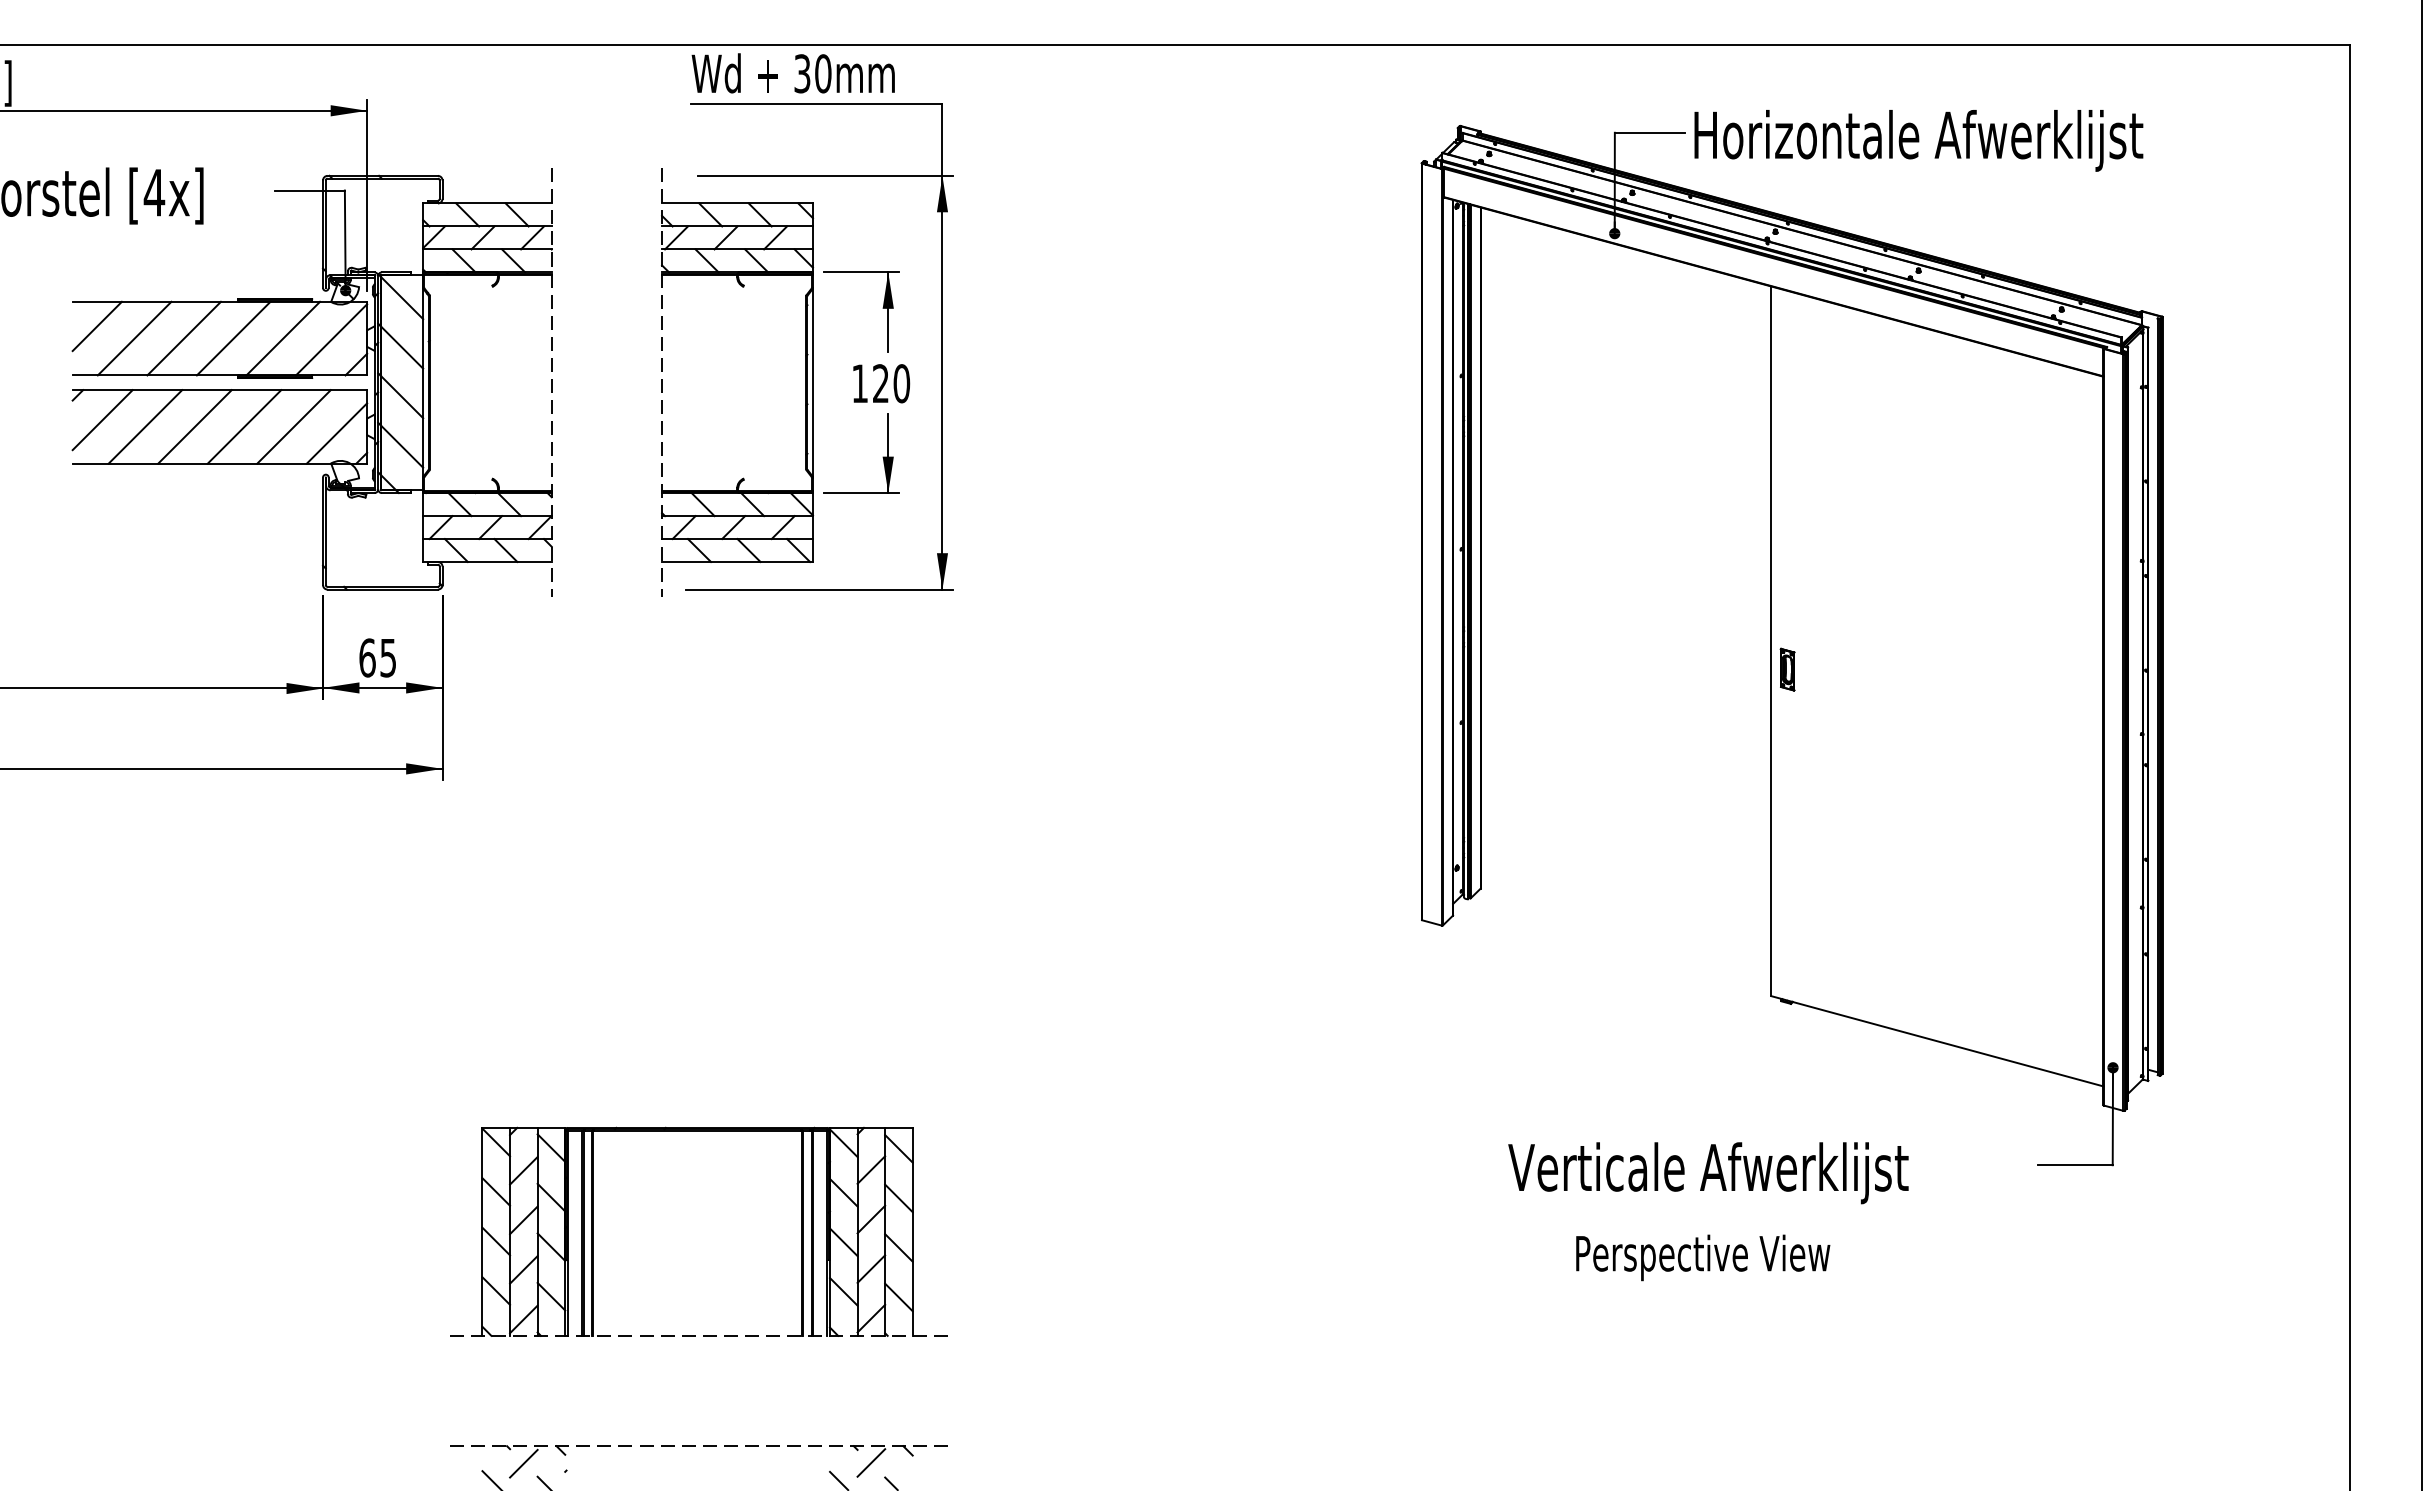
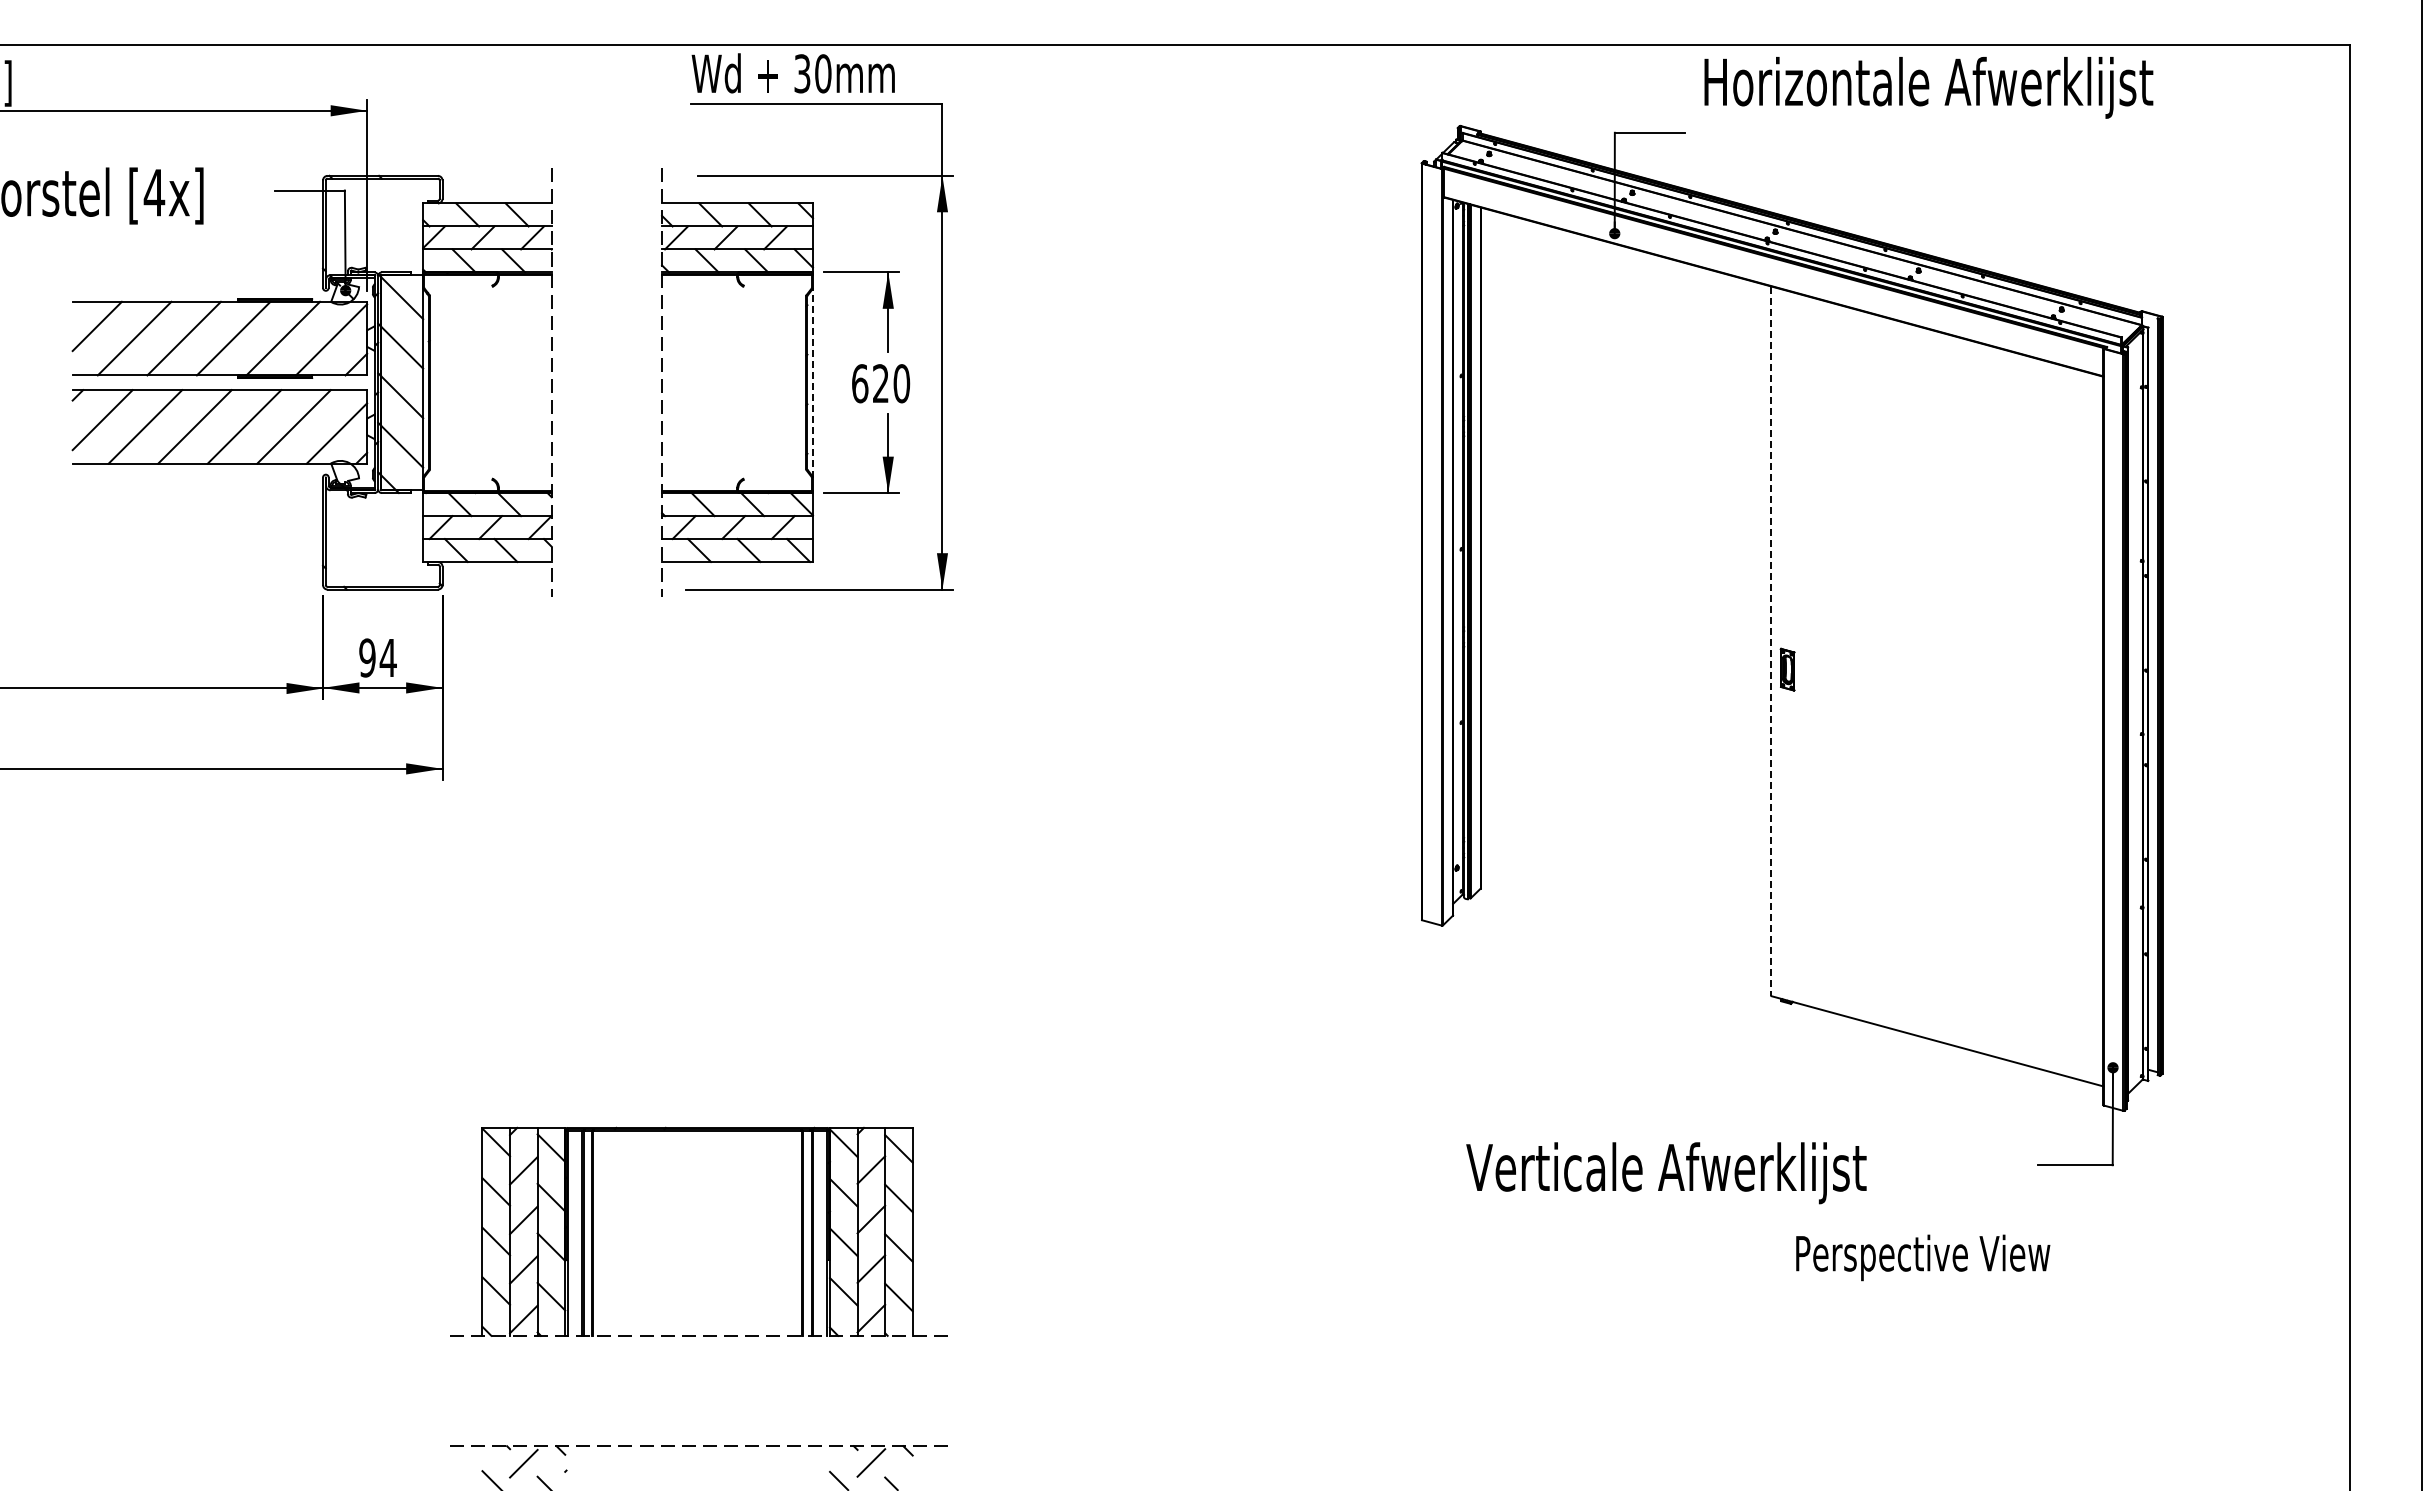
text at (1918, 140) position: (1918, 140) -> (1928, 87)
line at (812, 382): solid -> dashed
text at (860, 383): 120 -> 620
line at (1771, 641): solid -> dashed
text at (377, 657): 65 -> 94
text at (1708, 1173) position: (1708, 1173) -> (1666, 1173)
text at (1703, 1257) position: (1703, 1257) -> (1923, 1257)
